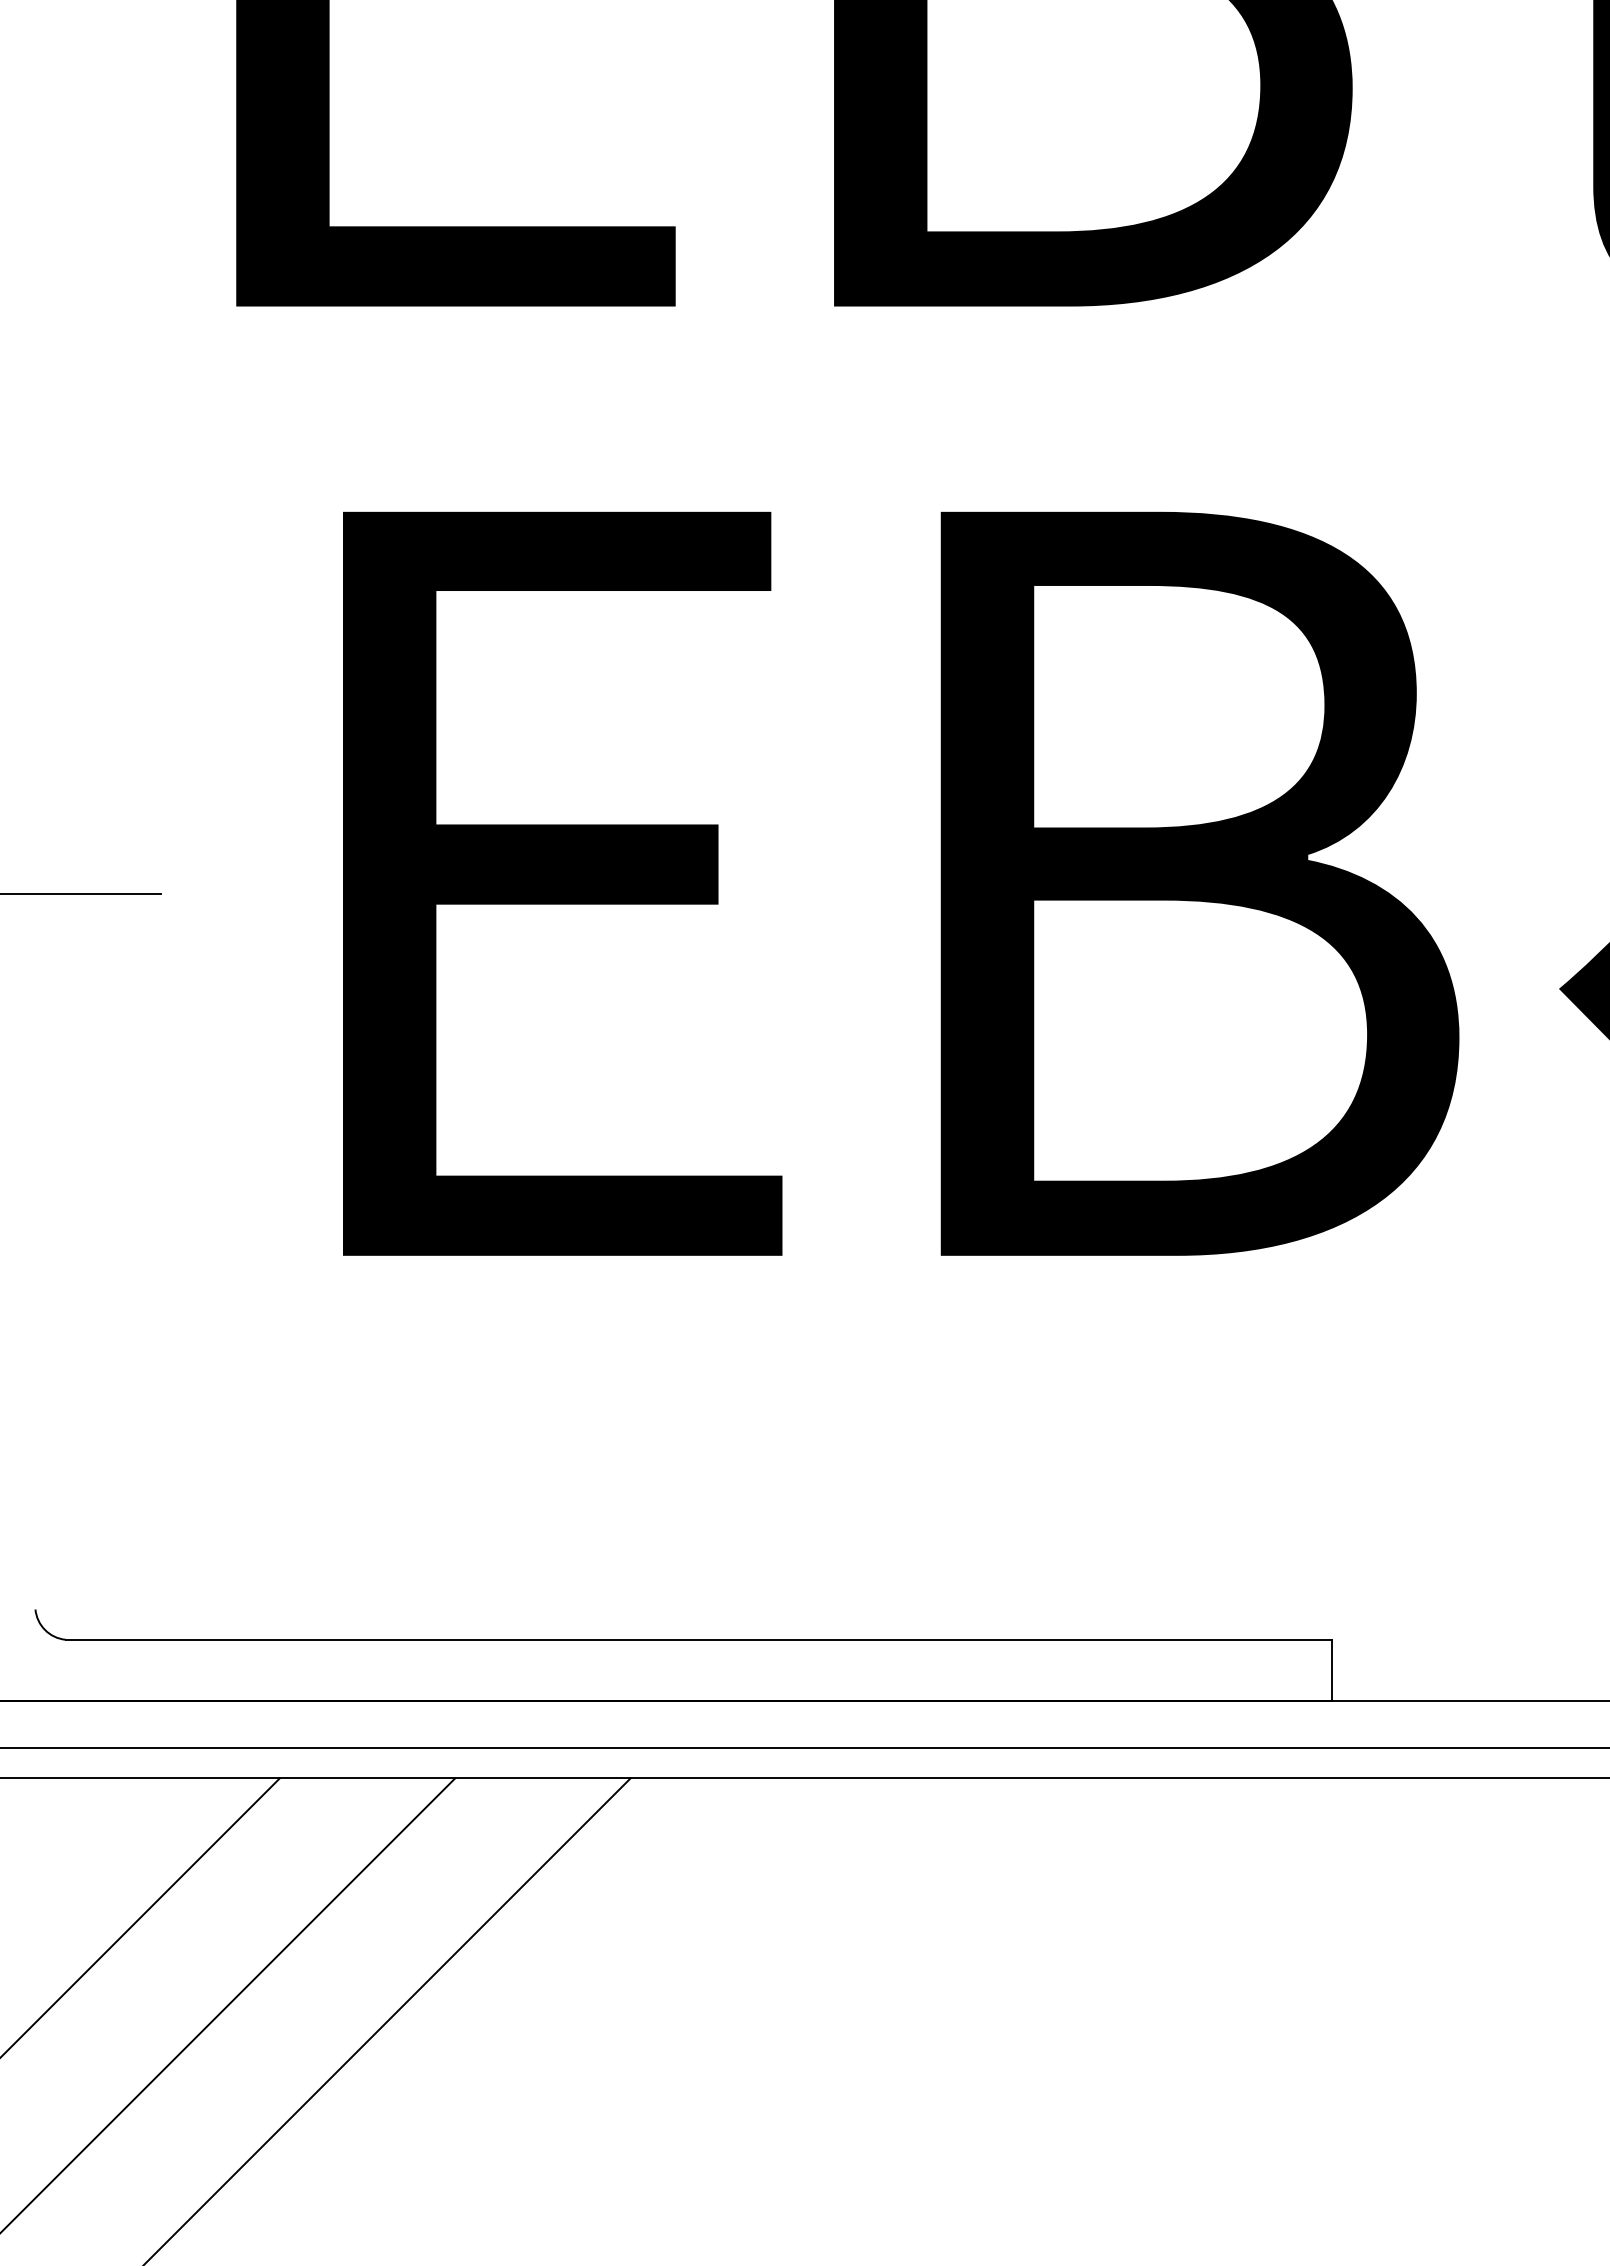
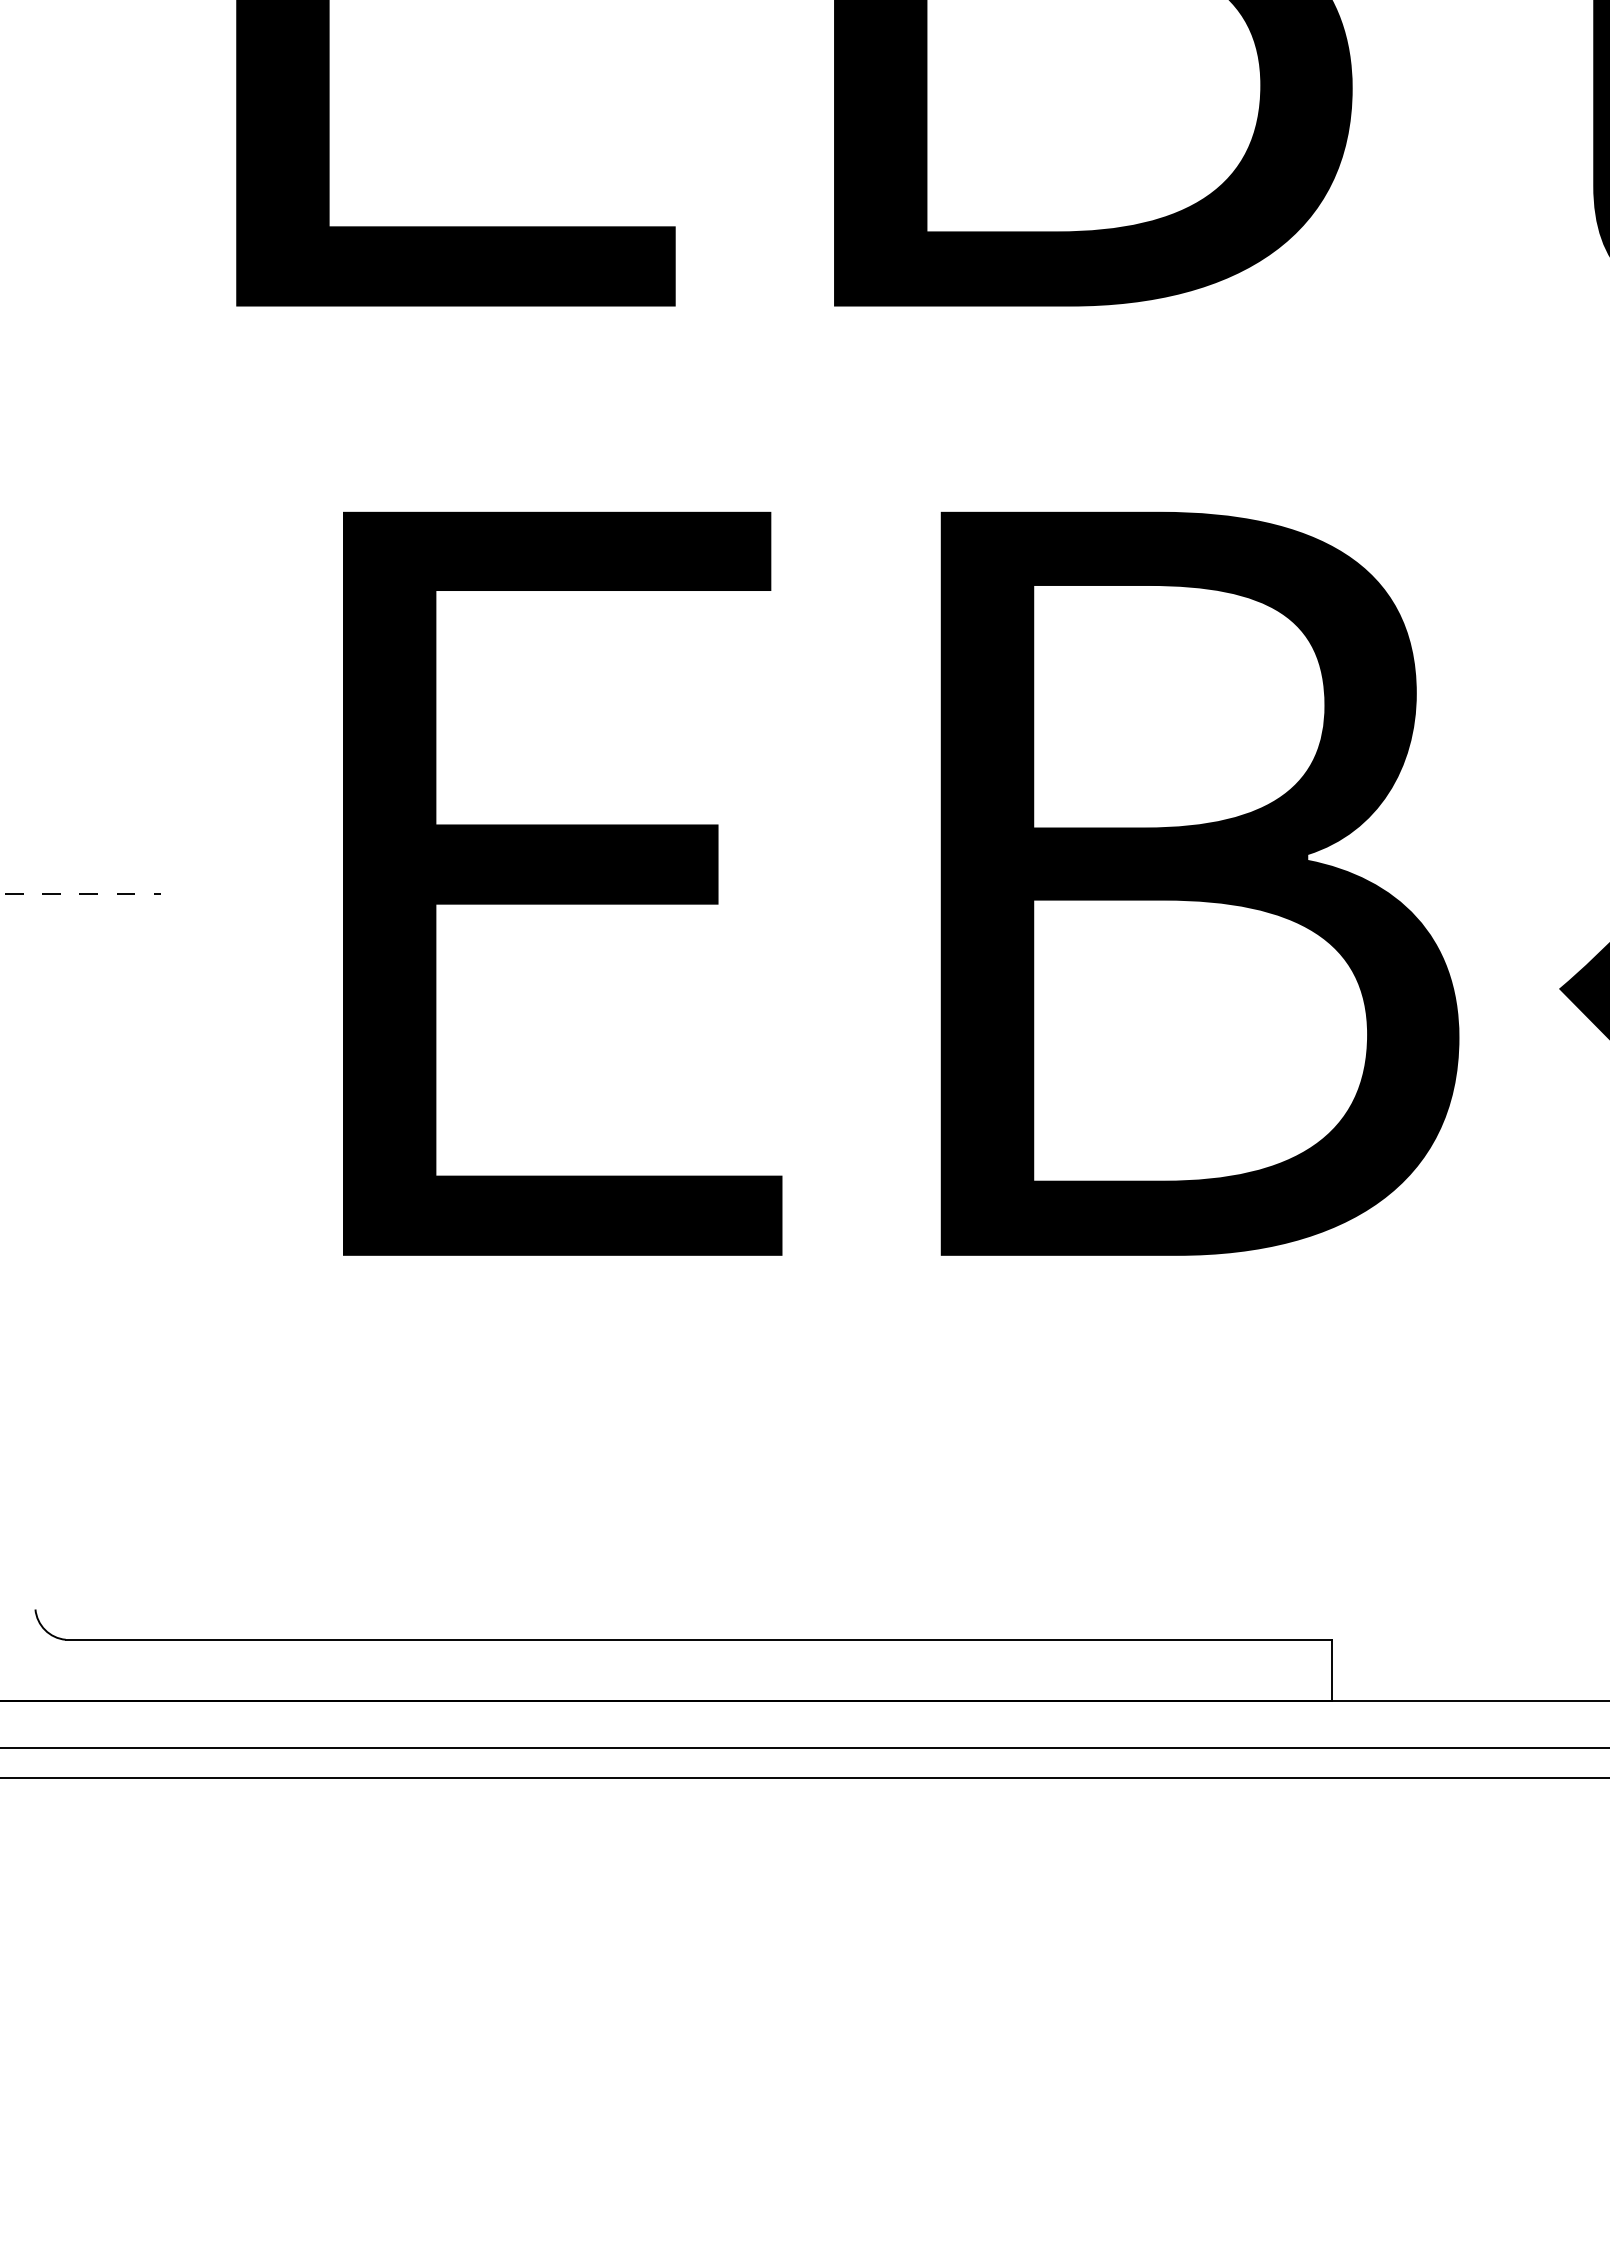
line at (81, 894): solid -> dashed
line at (140, 1916): present -> none
line at (228, 2004): present -> none
line at (388, 2020): present -> none
